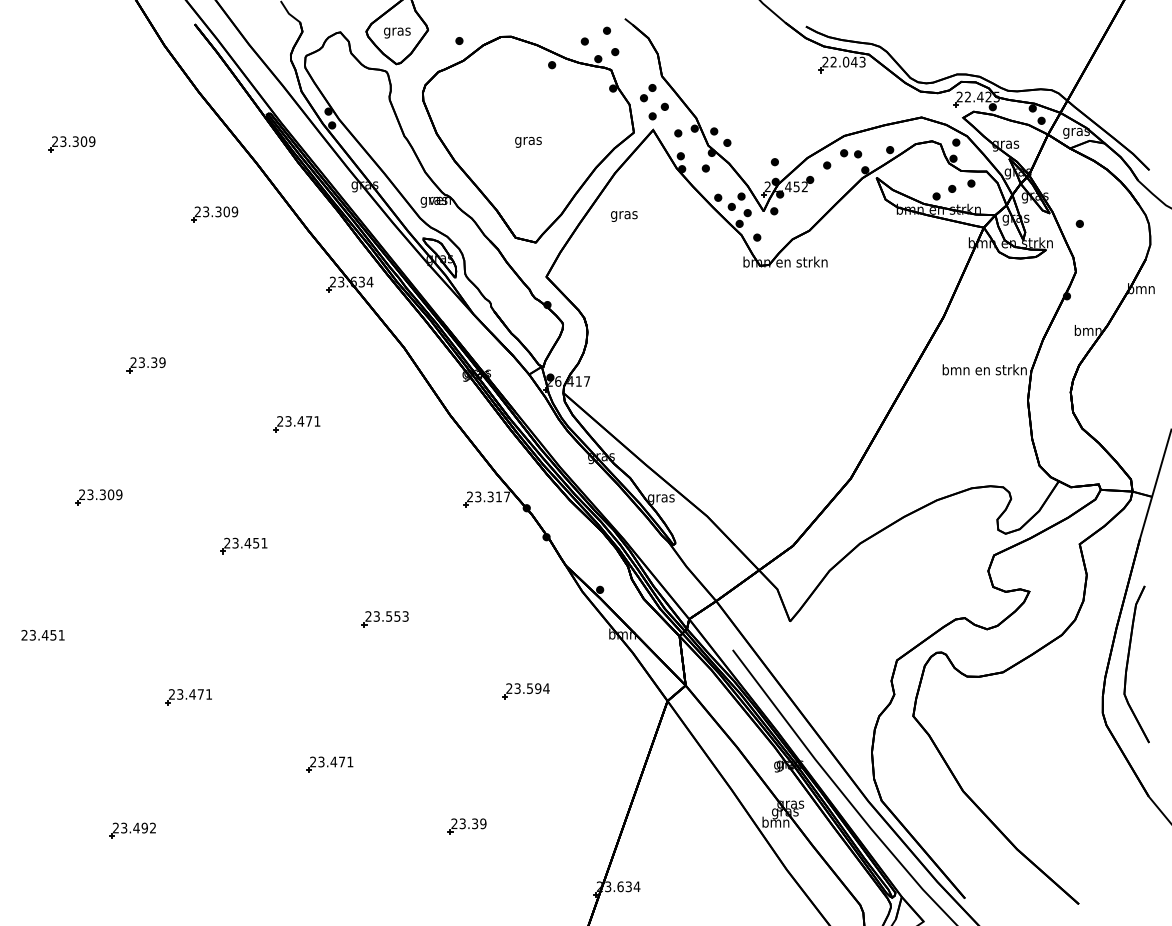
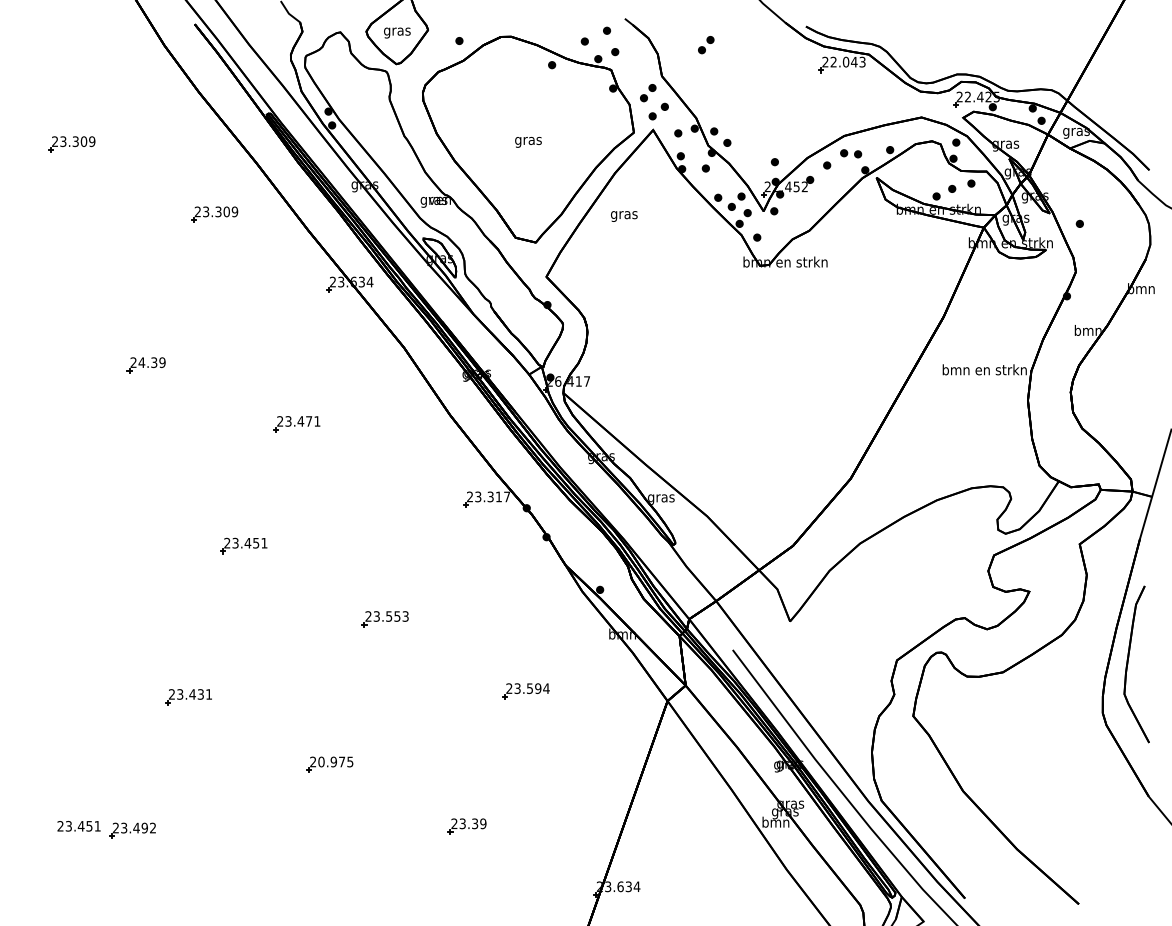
part at (706, 45): none -> present
text at (141, 362): 23.39 -> 24.39
part at (98, 497): present -> none
text at (42, 635) position: (42, 635) -> (78, 826)
text at (200, 694): 23.471 -> 23.431
text at (335, 761): 23.471 -> 20.975
